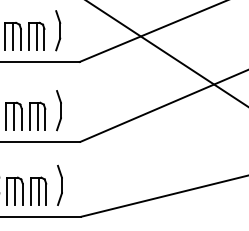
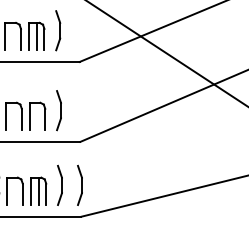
line at (13, 36): present -> none
line at (14, 116): present -> none
line at (37, 116): present -> none
part at (79, 184): none -> present
line at (15, 191): present -> none
